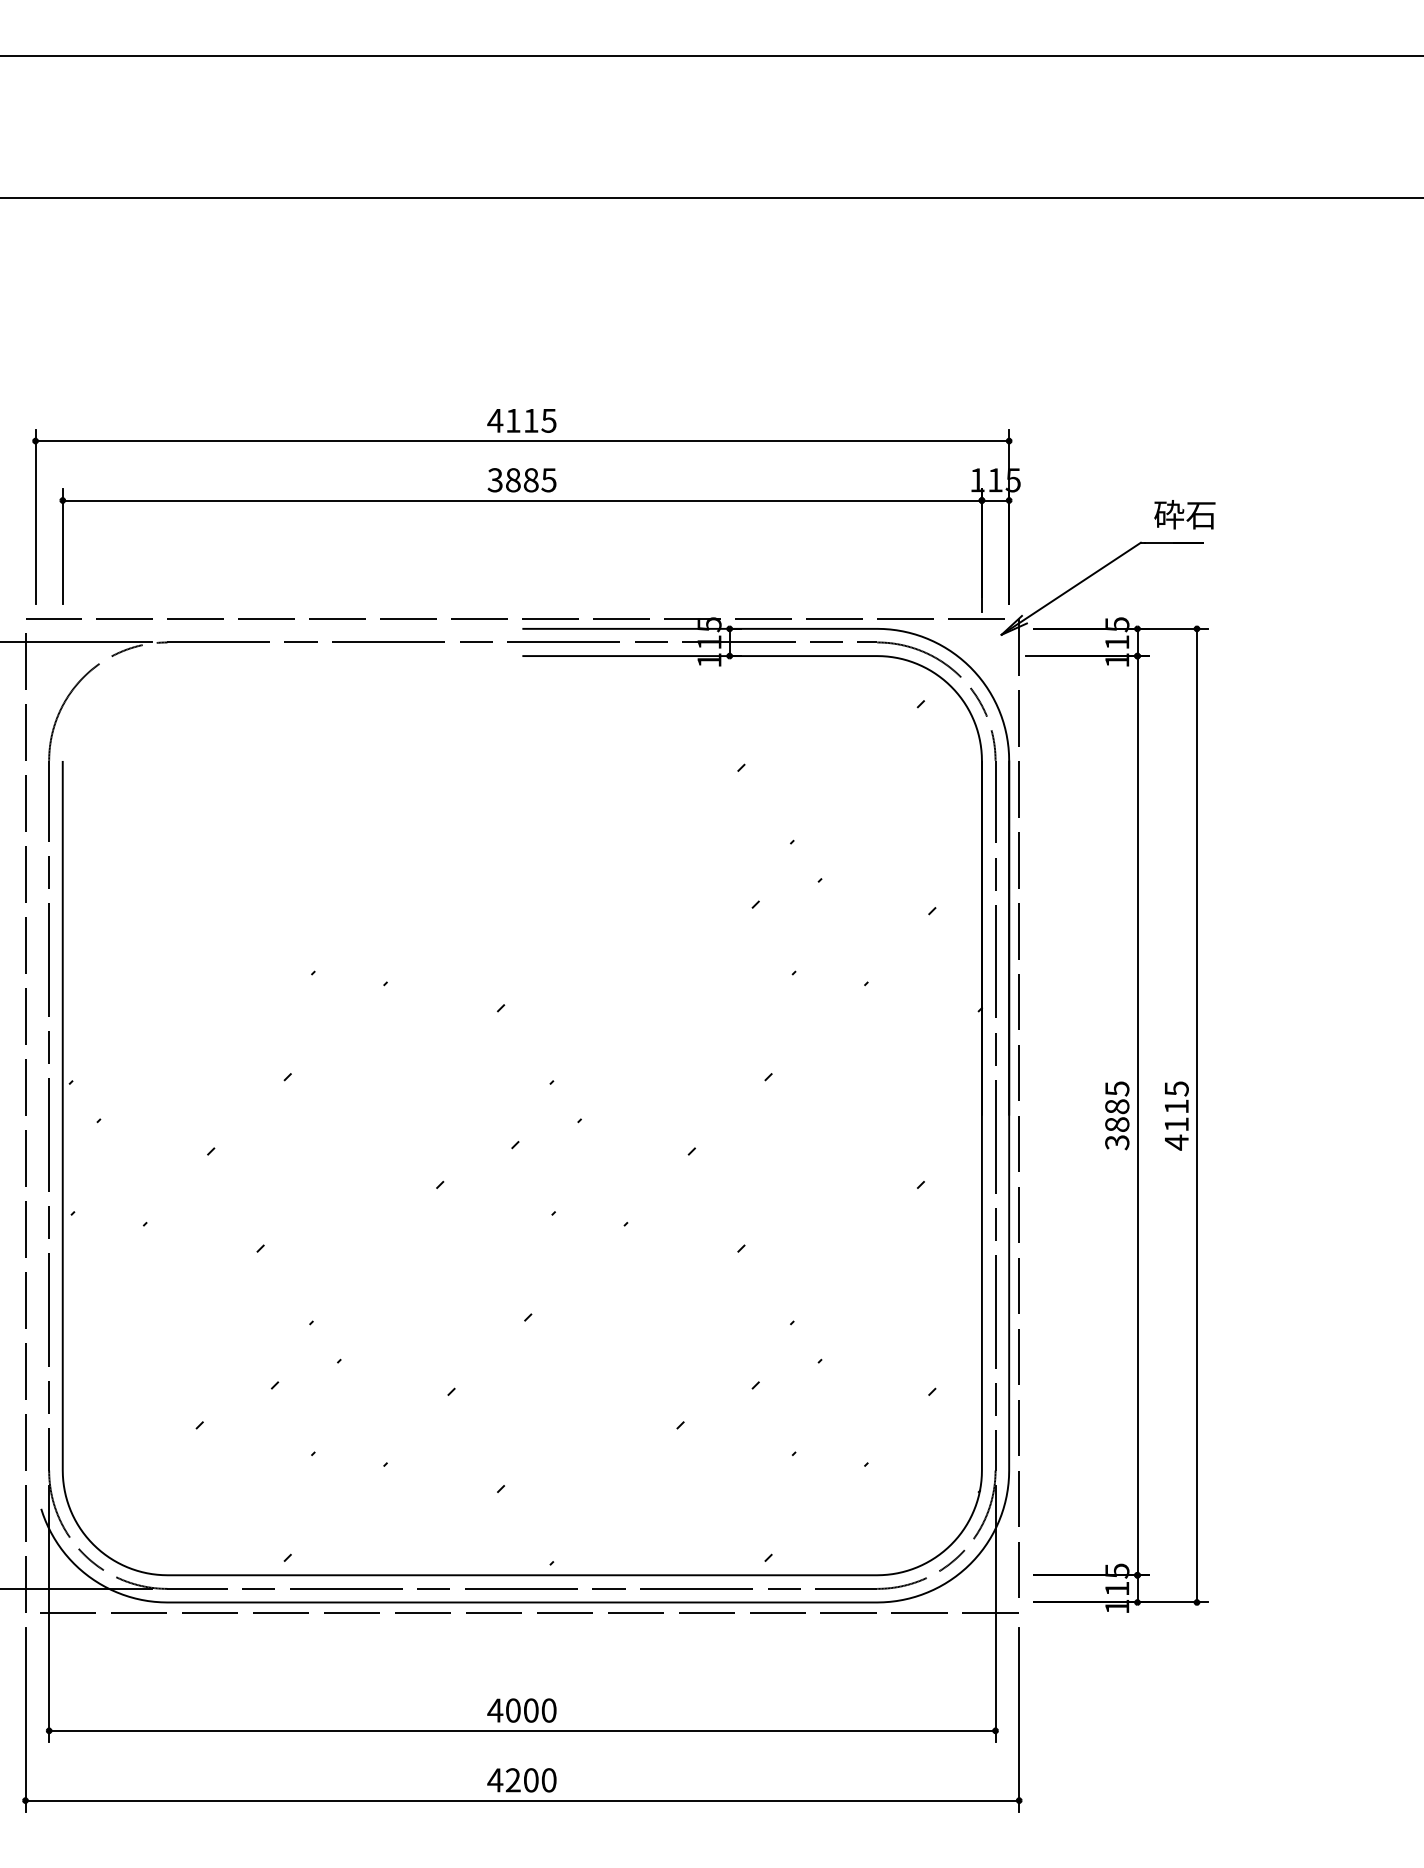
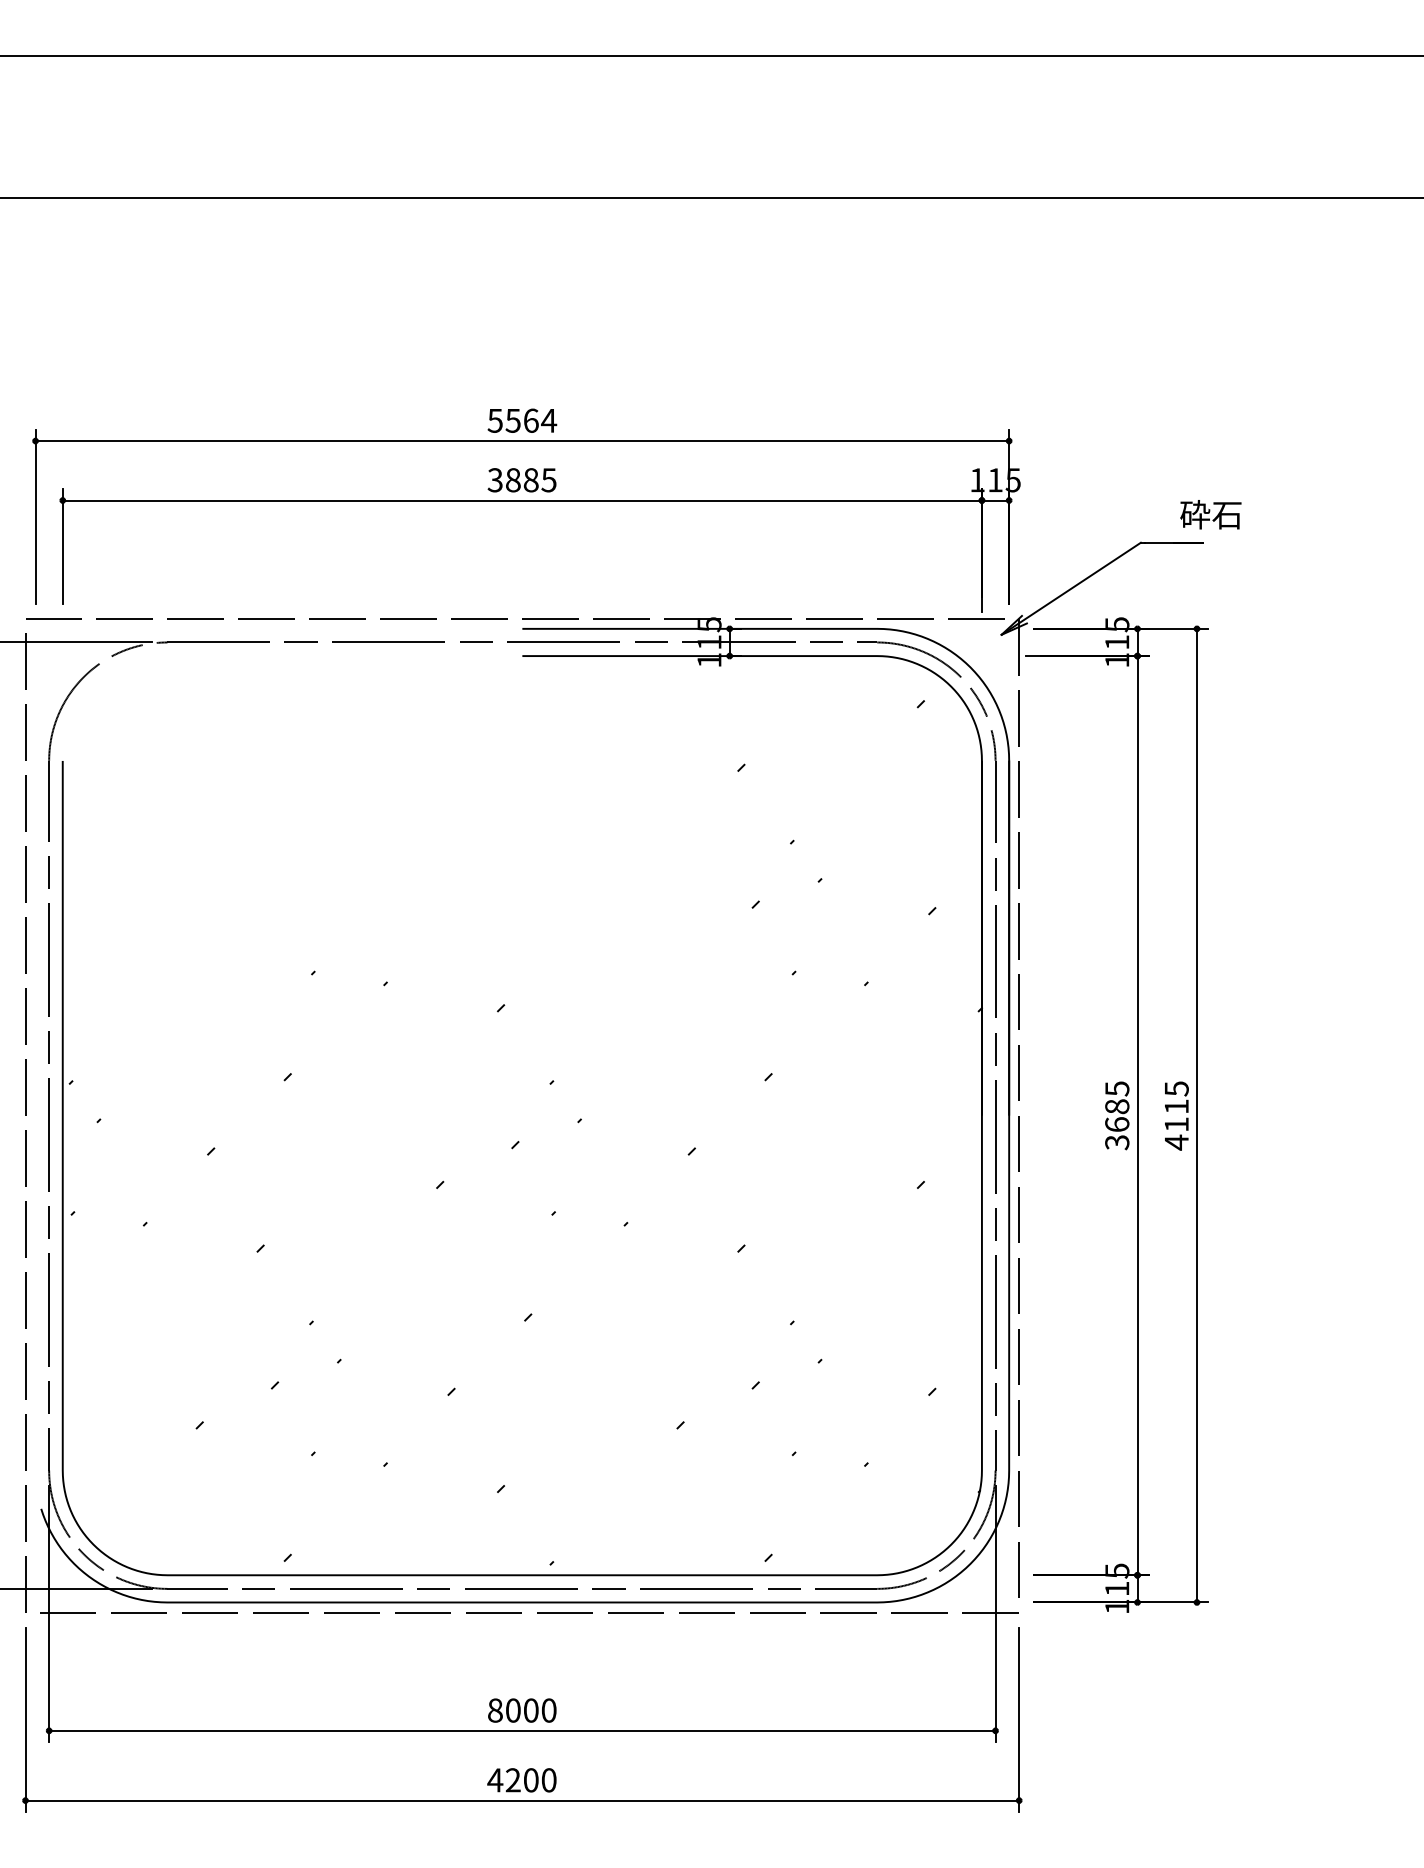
text at (522, 420): 4115 -> 5564
text at (1184, 514) position: (1184, 514) -> (1210, 514)
text at (1117, 1124): 3885 -> 3685
text at (495, 1710): 4000 -> 8000
